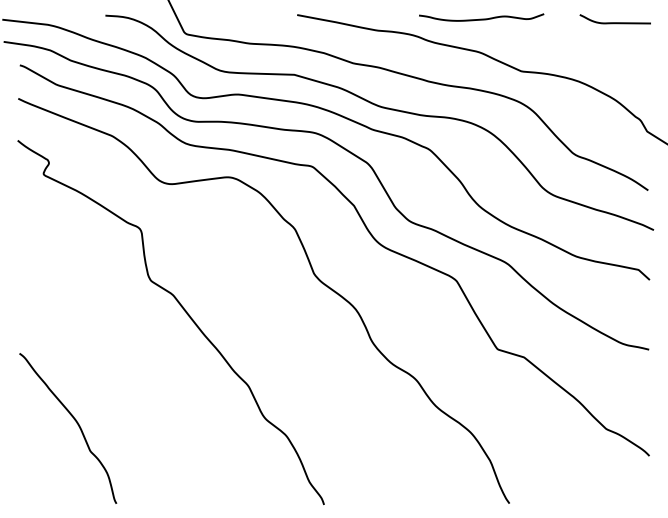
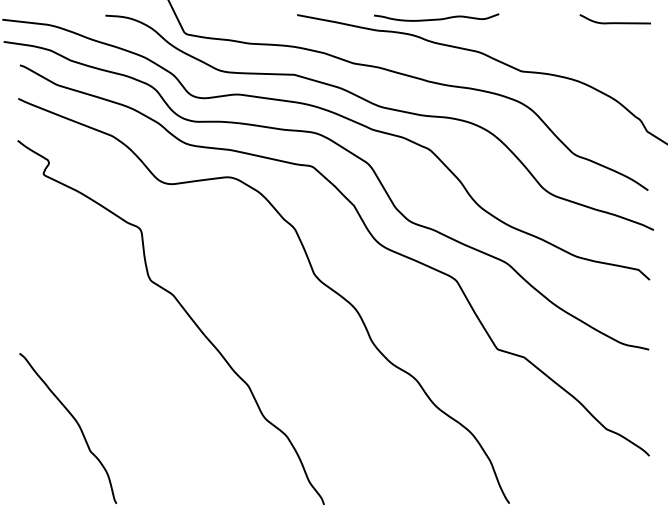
curve at (481, 18) position: (481, 18) -> (436, 18)
